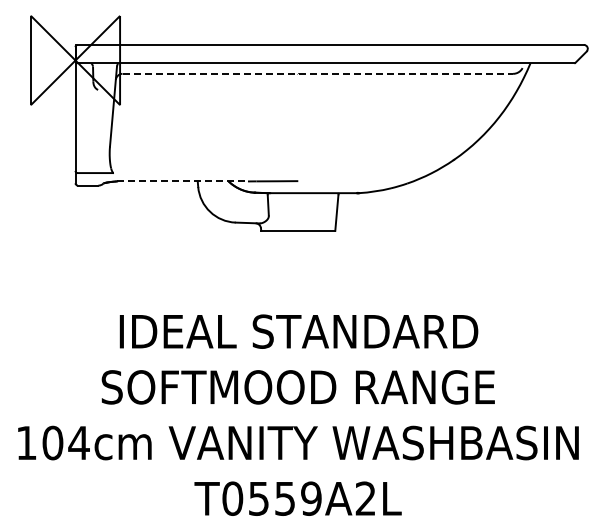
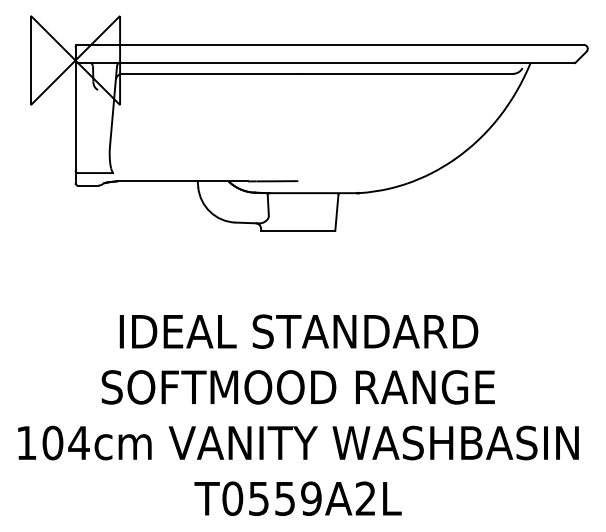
line at (318, 73): dashed -> solid
line at (183, 181): dashed -> solid
